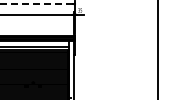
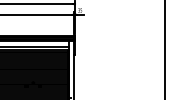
line at (37, 4): dashed -> solid
line at (157, 49) position: (157, 49) -> (164, 49)
